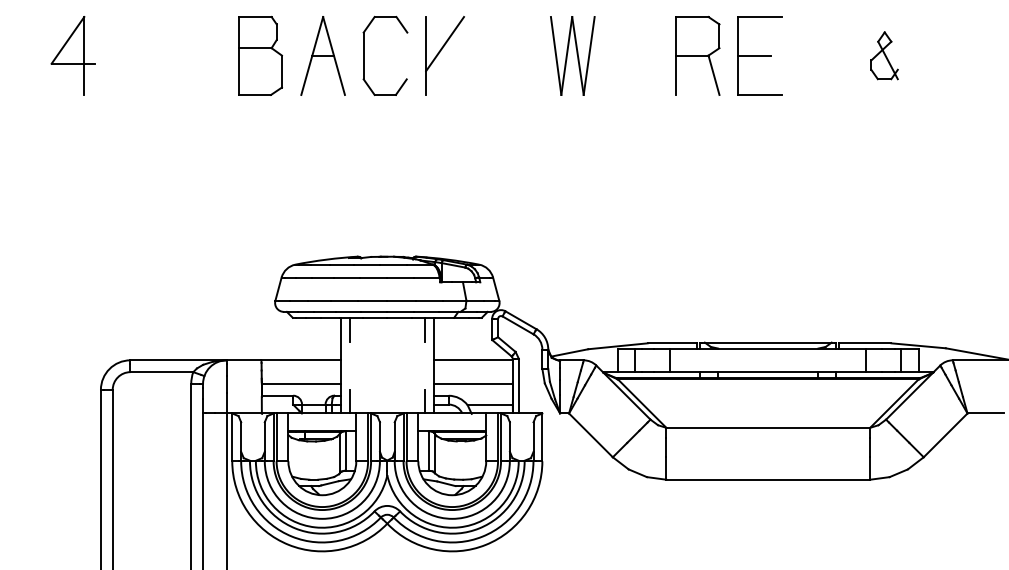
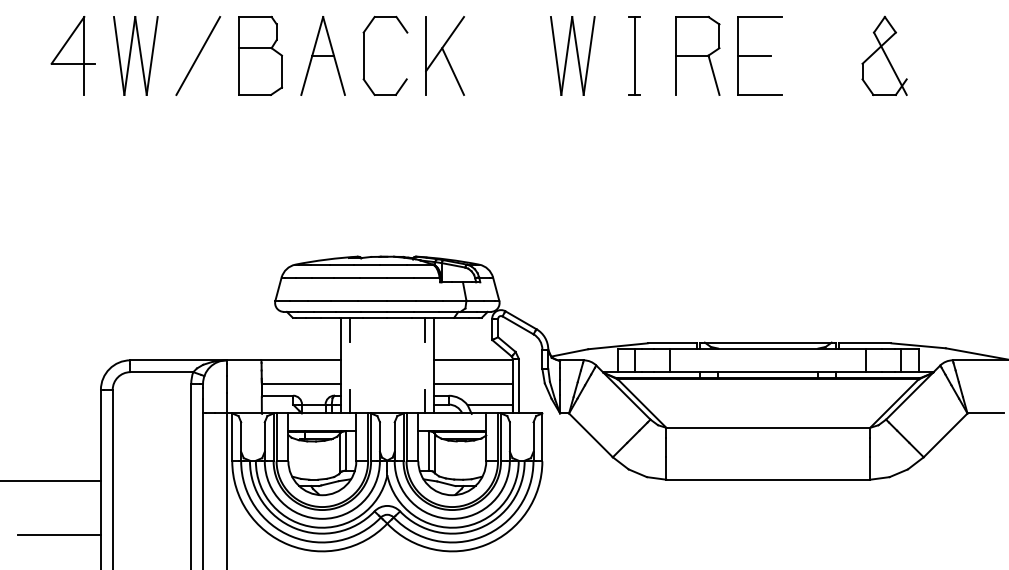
part at (135, 55): none -> present
line at (198, 55): none -> present
part at (634, 55): none -> present
part at (884, 55) size: 29x50 px -> 47x81 px
line at (453, 71): none -> present
line at (51, 481): none -> present
line at (59, 534): none -> present
